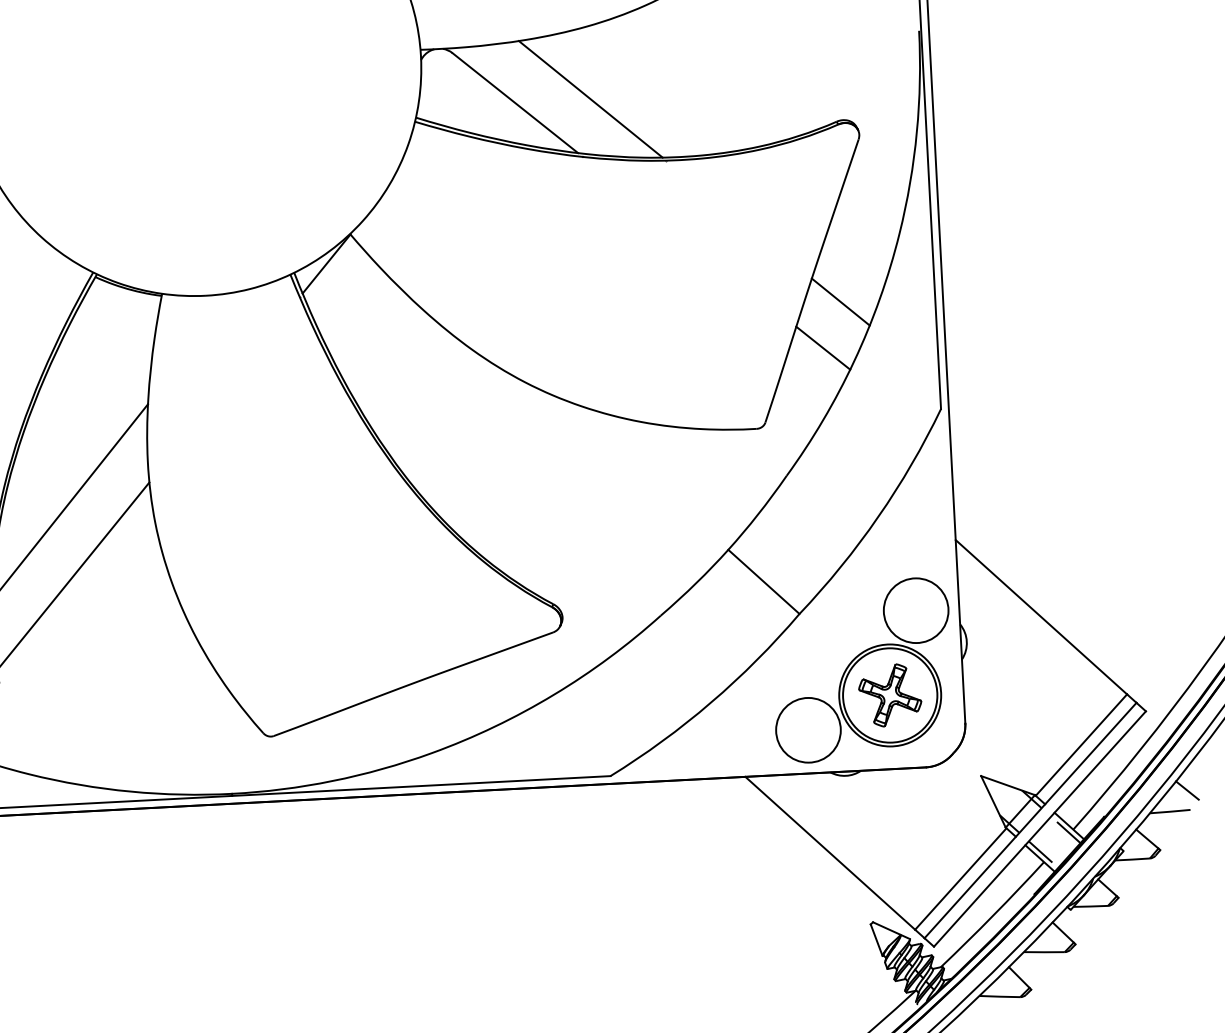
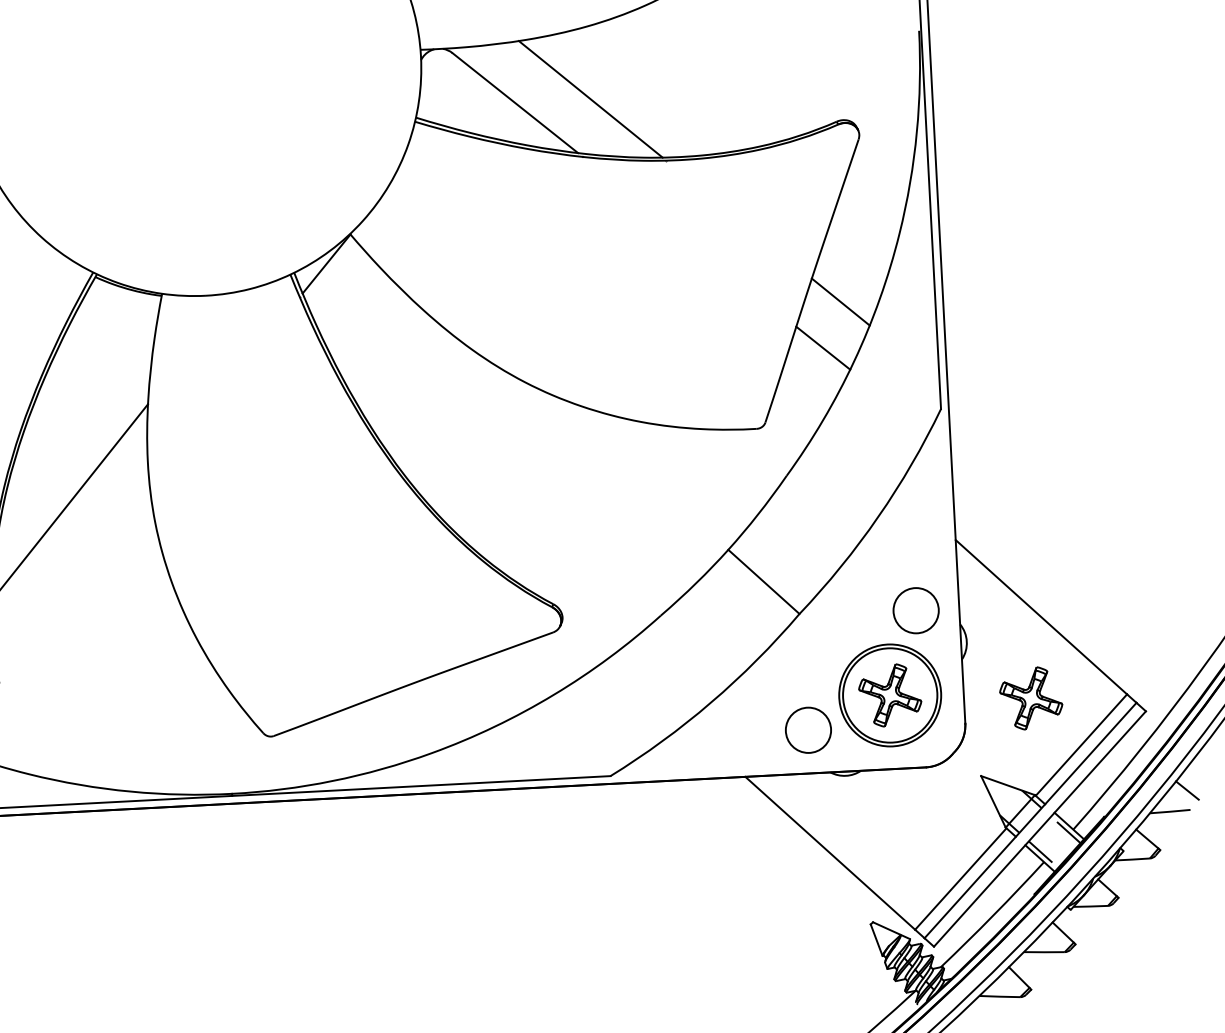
line at (75, 573): present -> none
circle at (915, 610) diameter: 65 px -> 45 px
part at (1031, 698): none -> present
circle at (808, 729) diameter: 65 px -> 45 px
